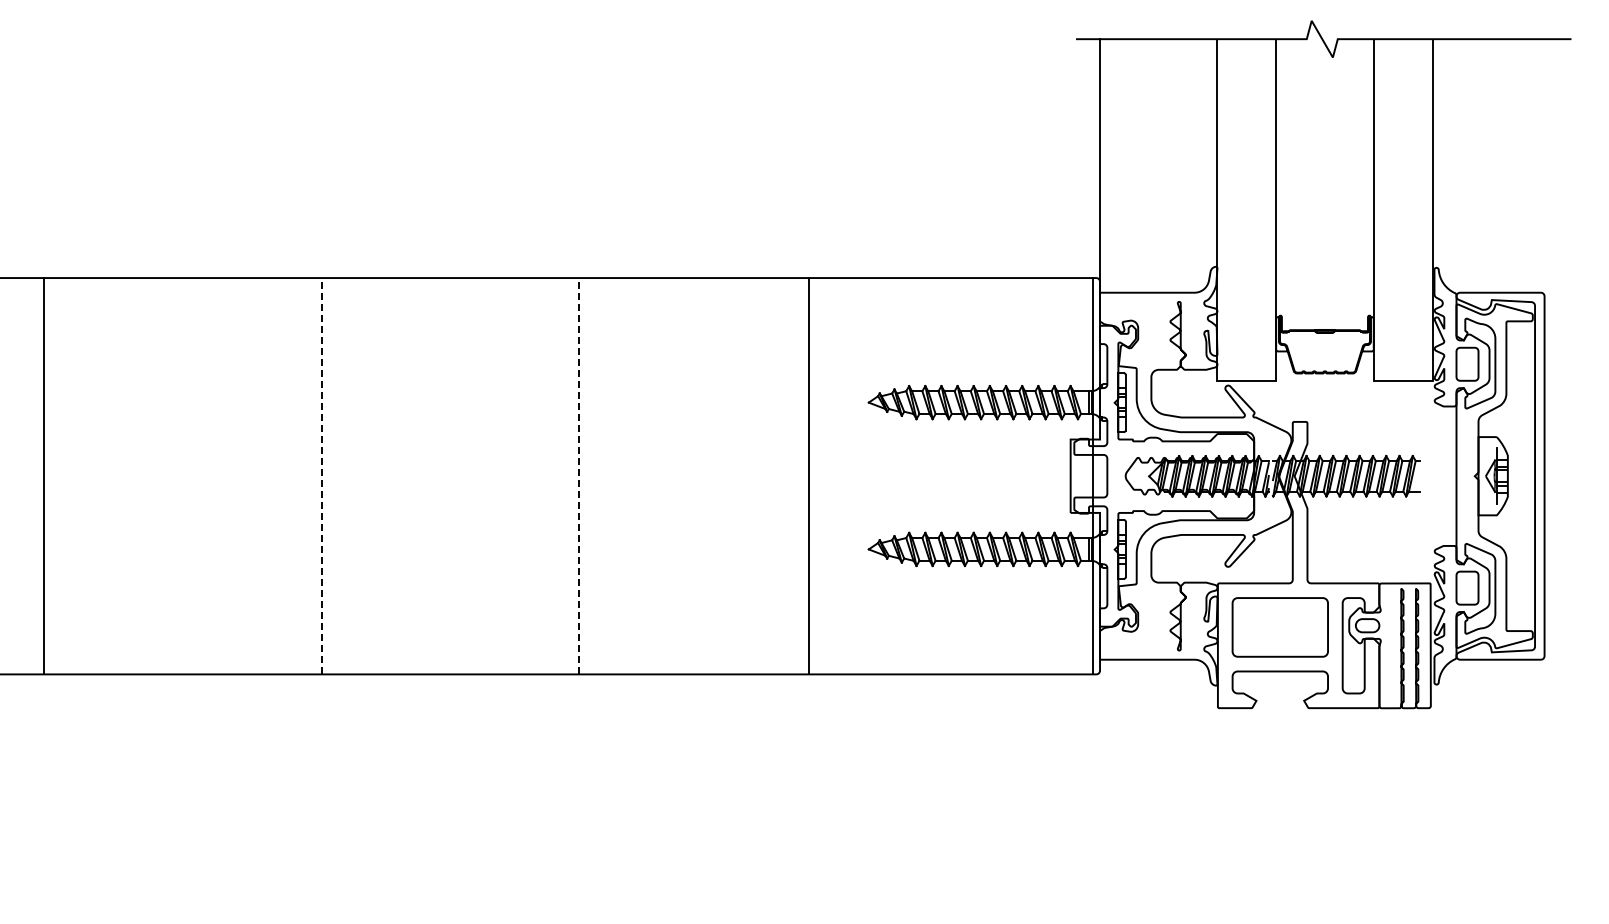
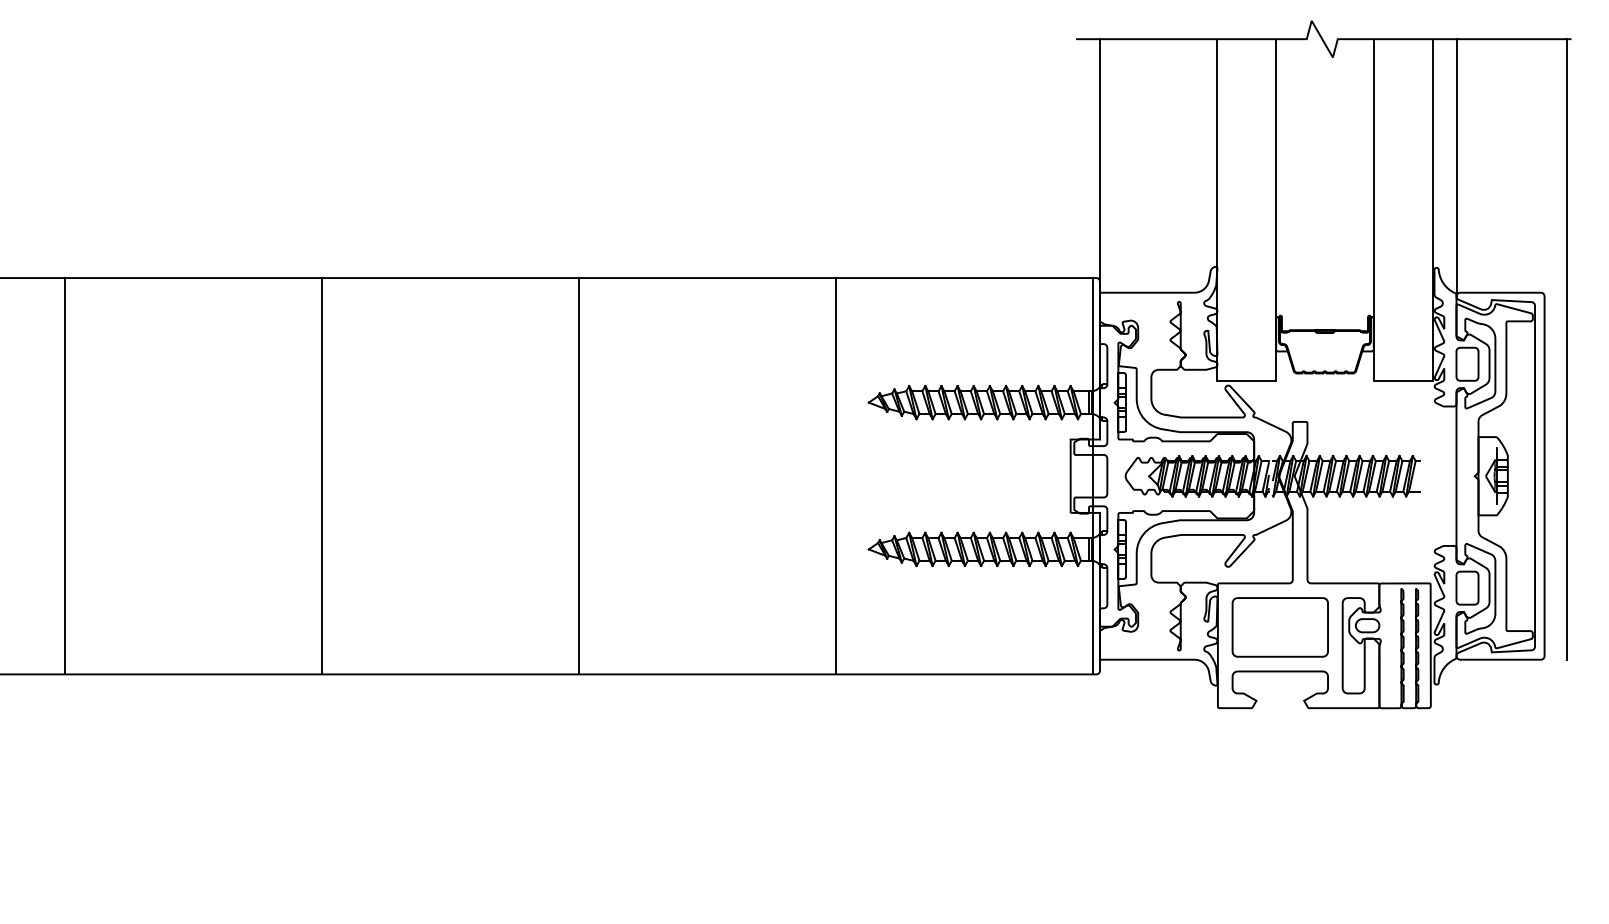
line at (1456, 167): none -> present
line at (1566, 349): none -> present
line at (321, 475): dashed -> solid
line at (578, 475): dashed -> solid
line at (44, 476) position: (44, 476) -> (65, 476)
line at (808, 476) position: (808, 476) -> (835, 476)
